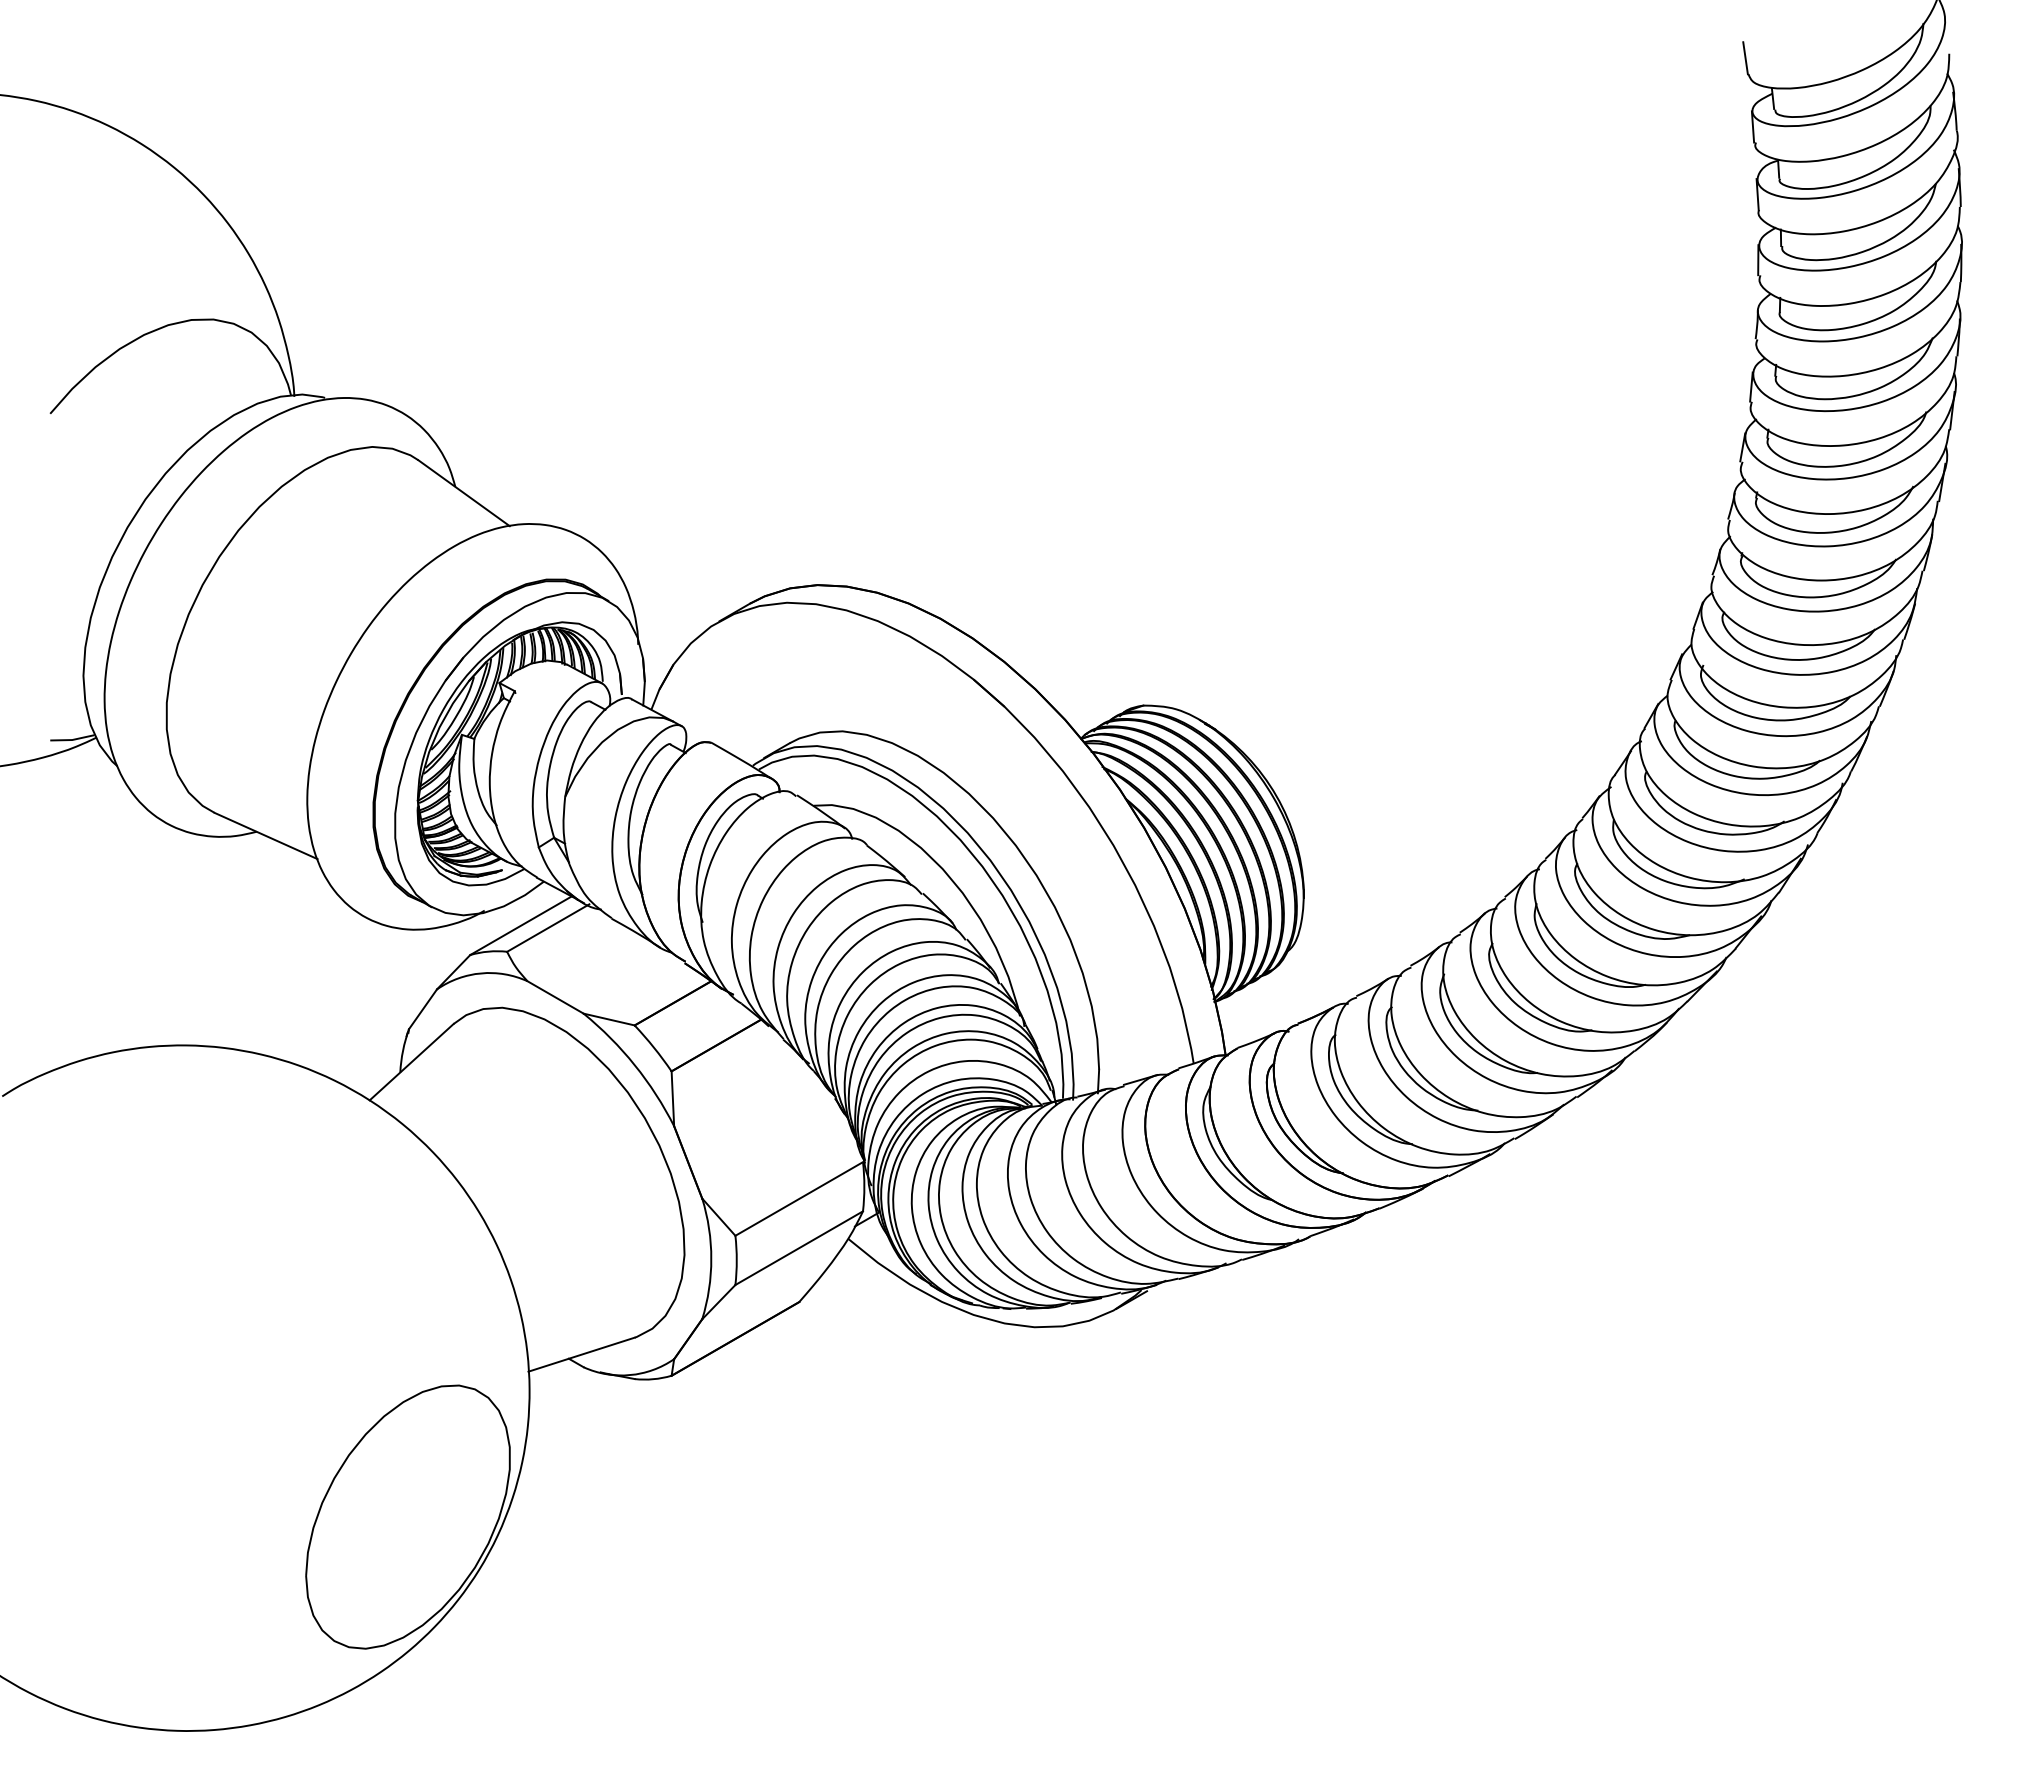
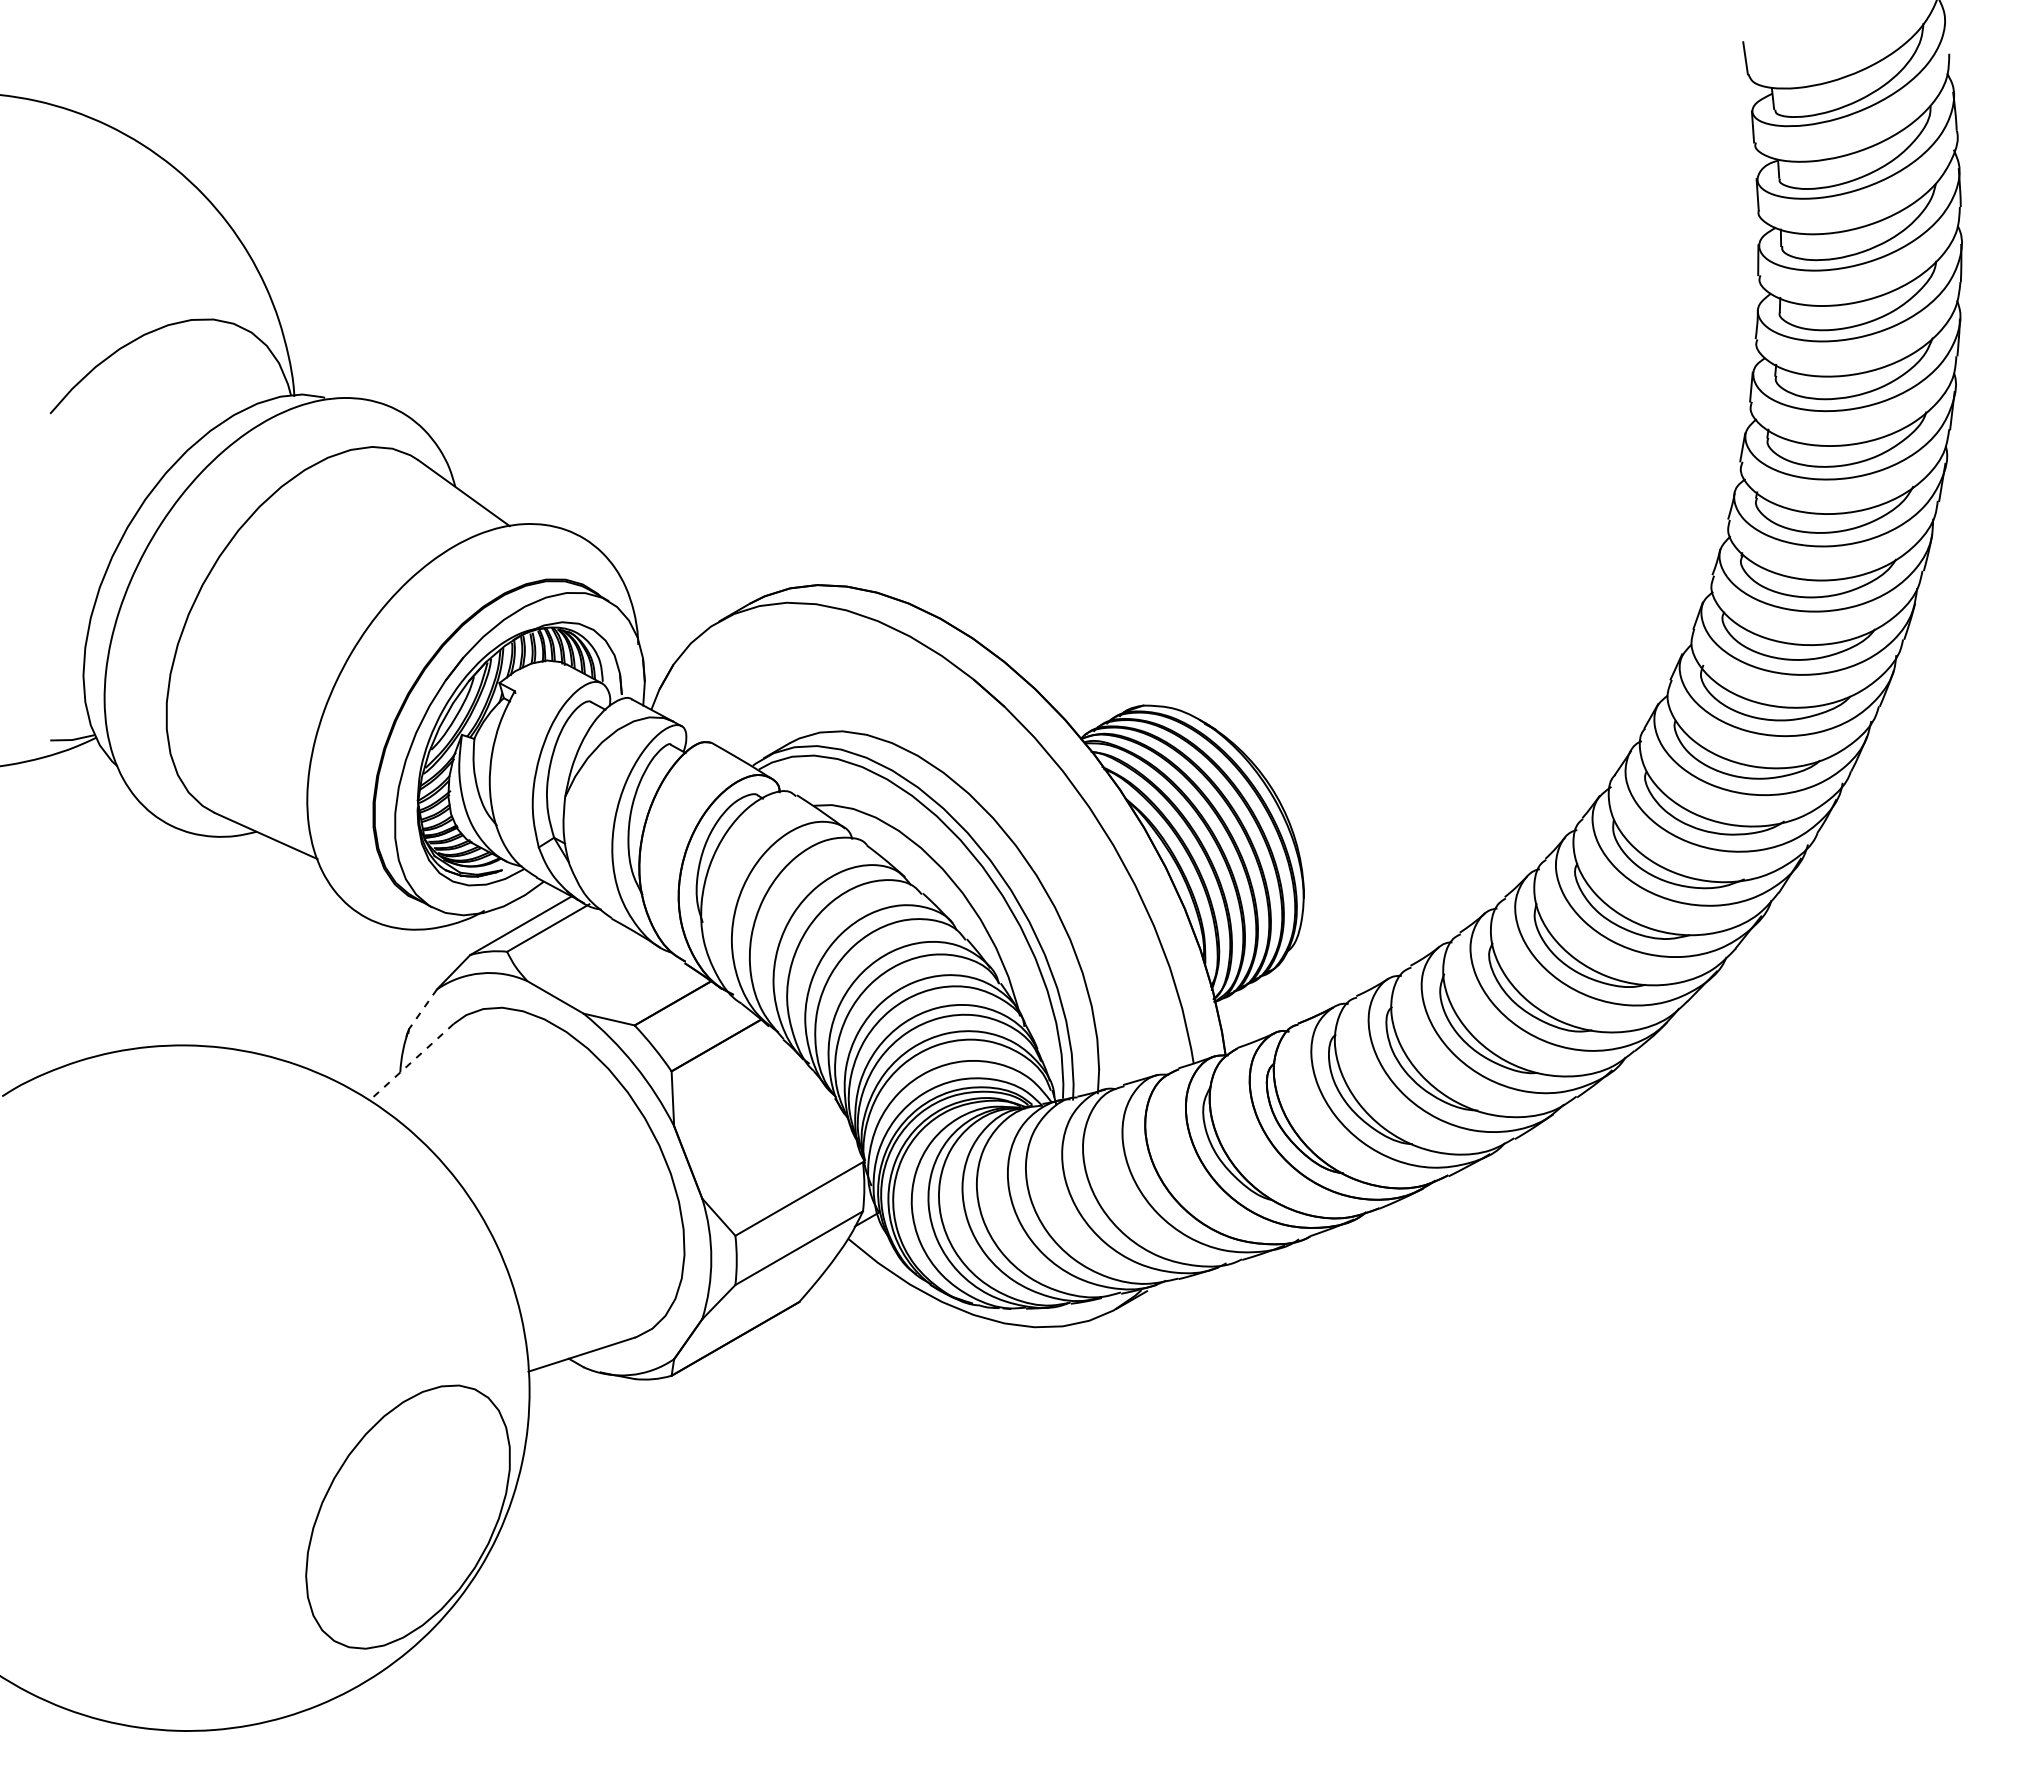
line at (422, 1009): solid -> dashed
line at (411, 1062): solid -> dashed
